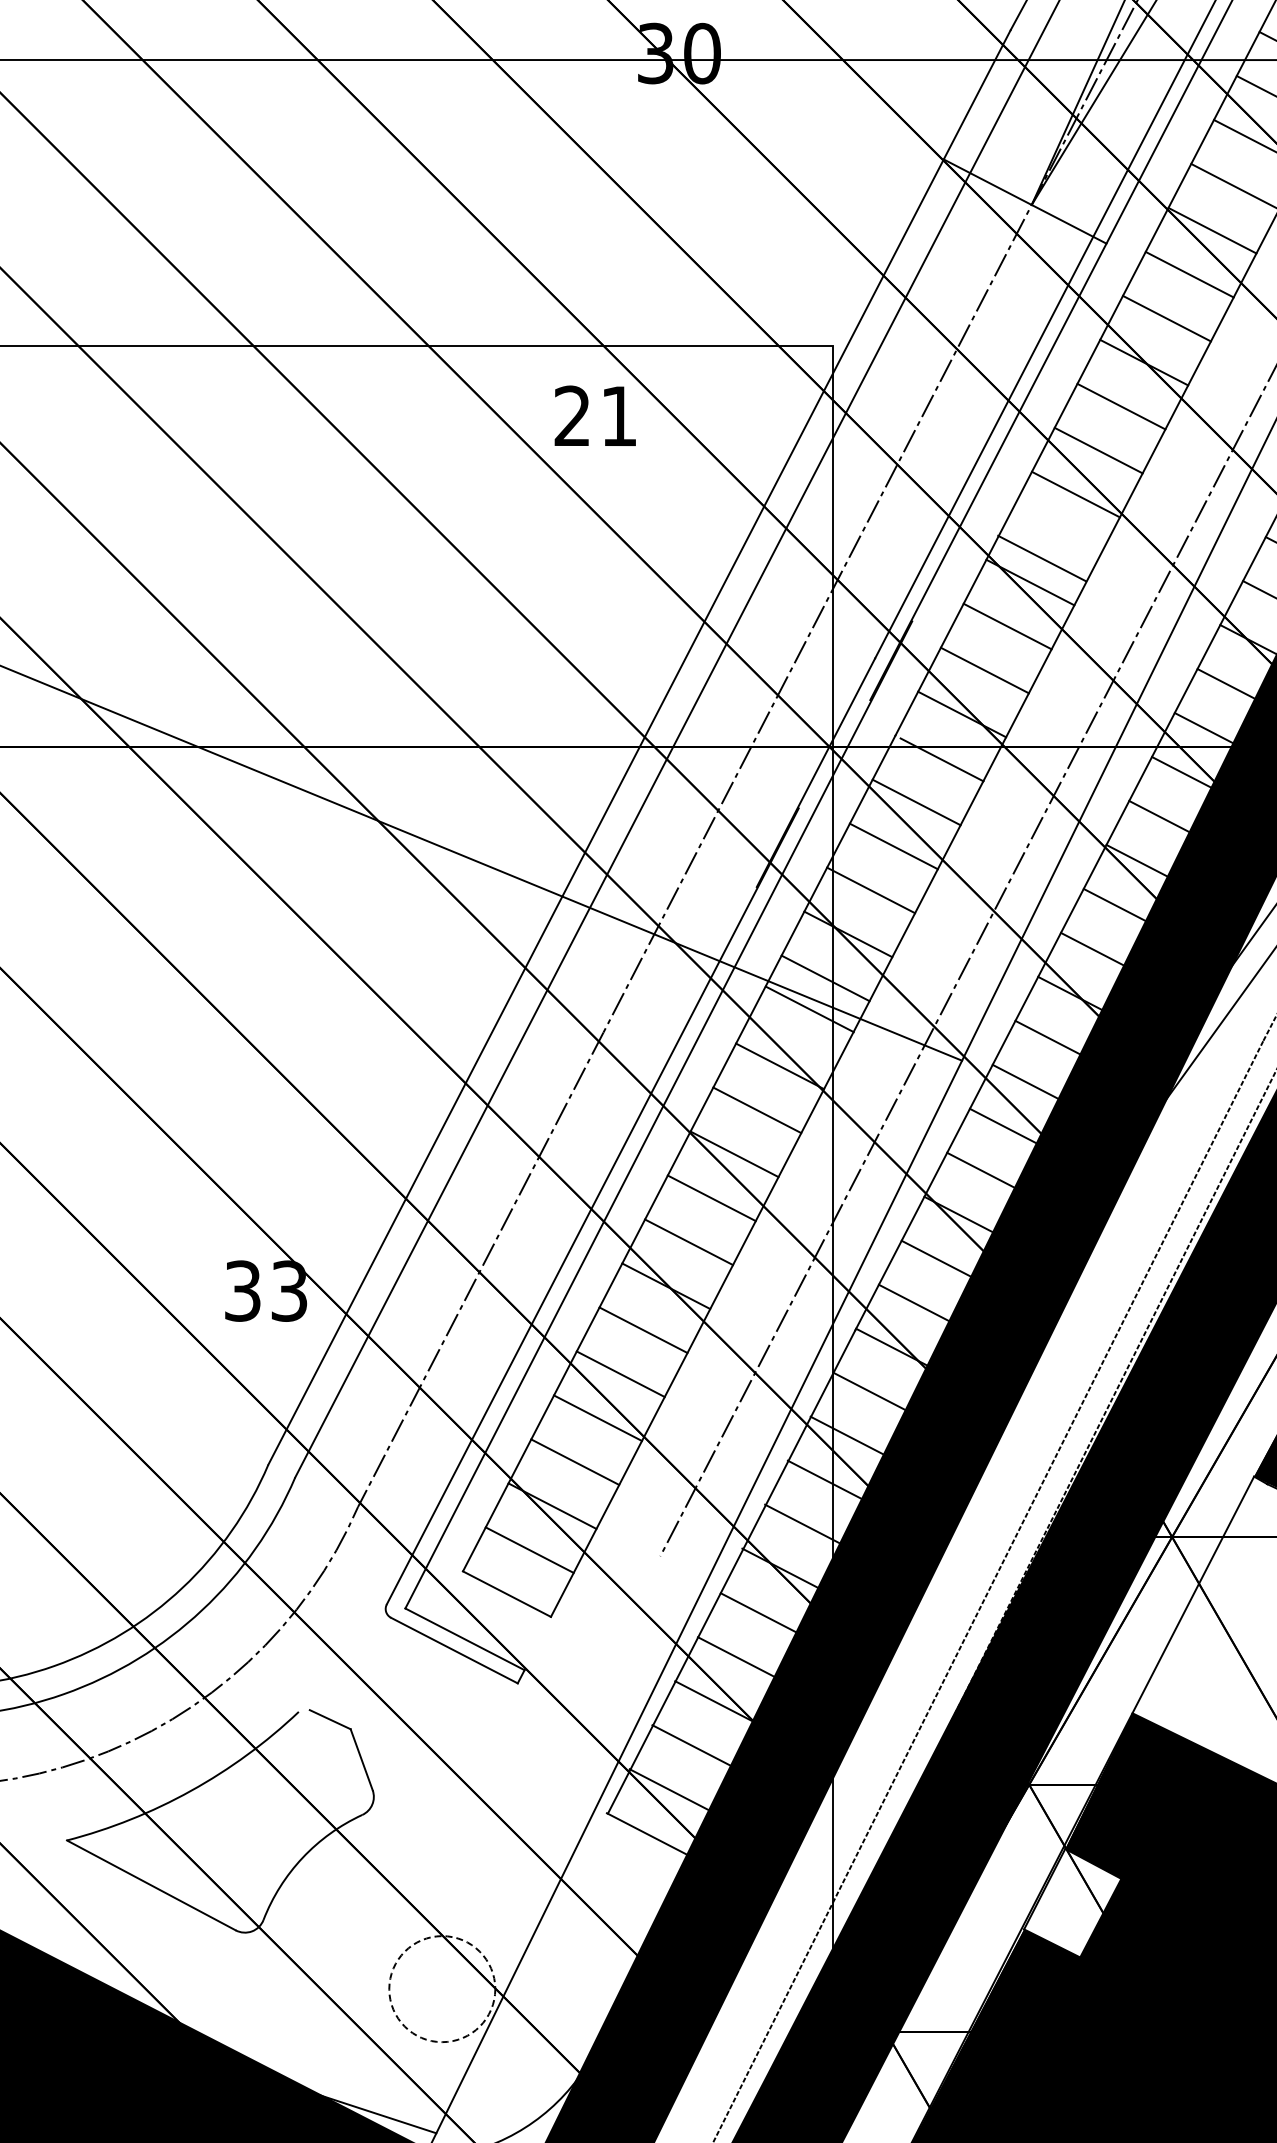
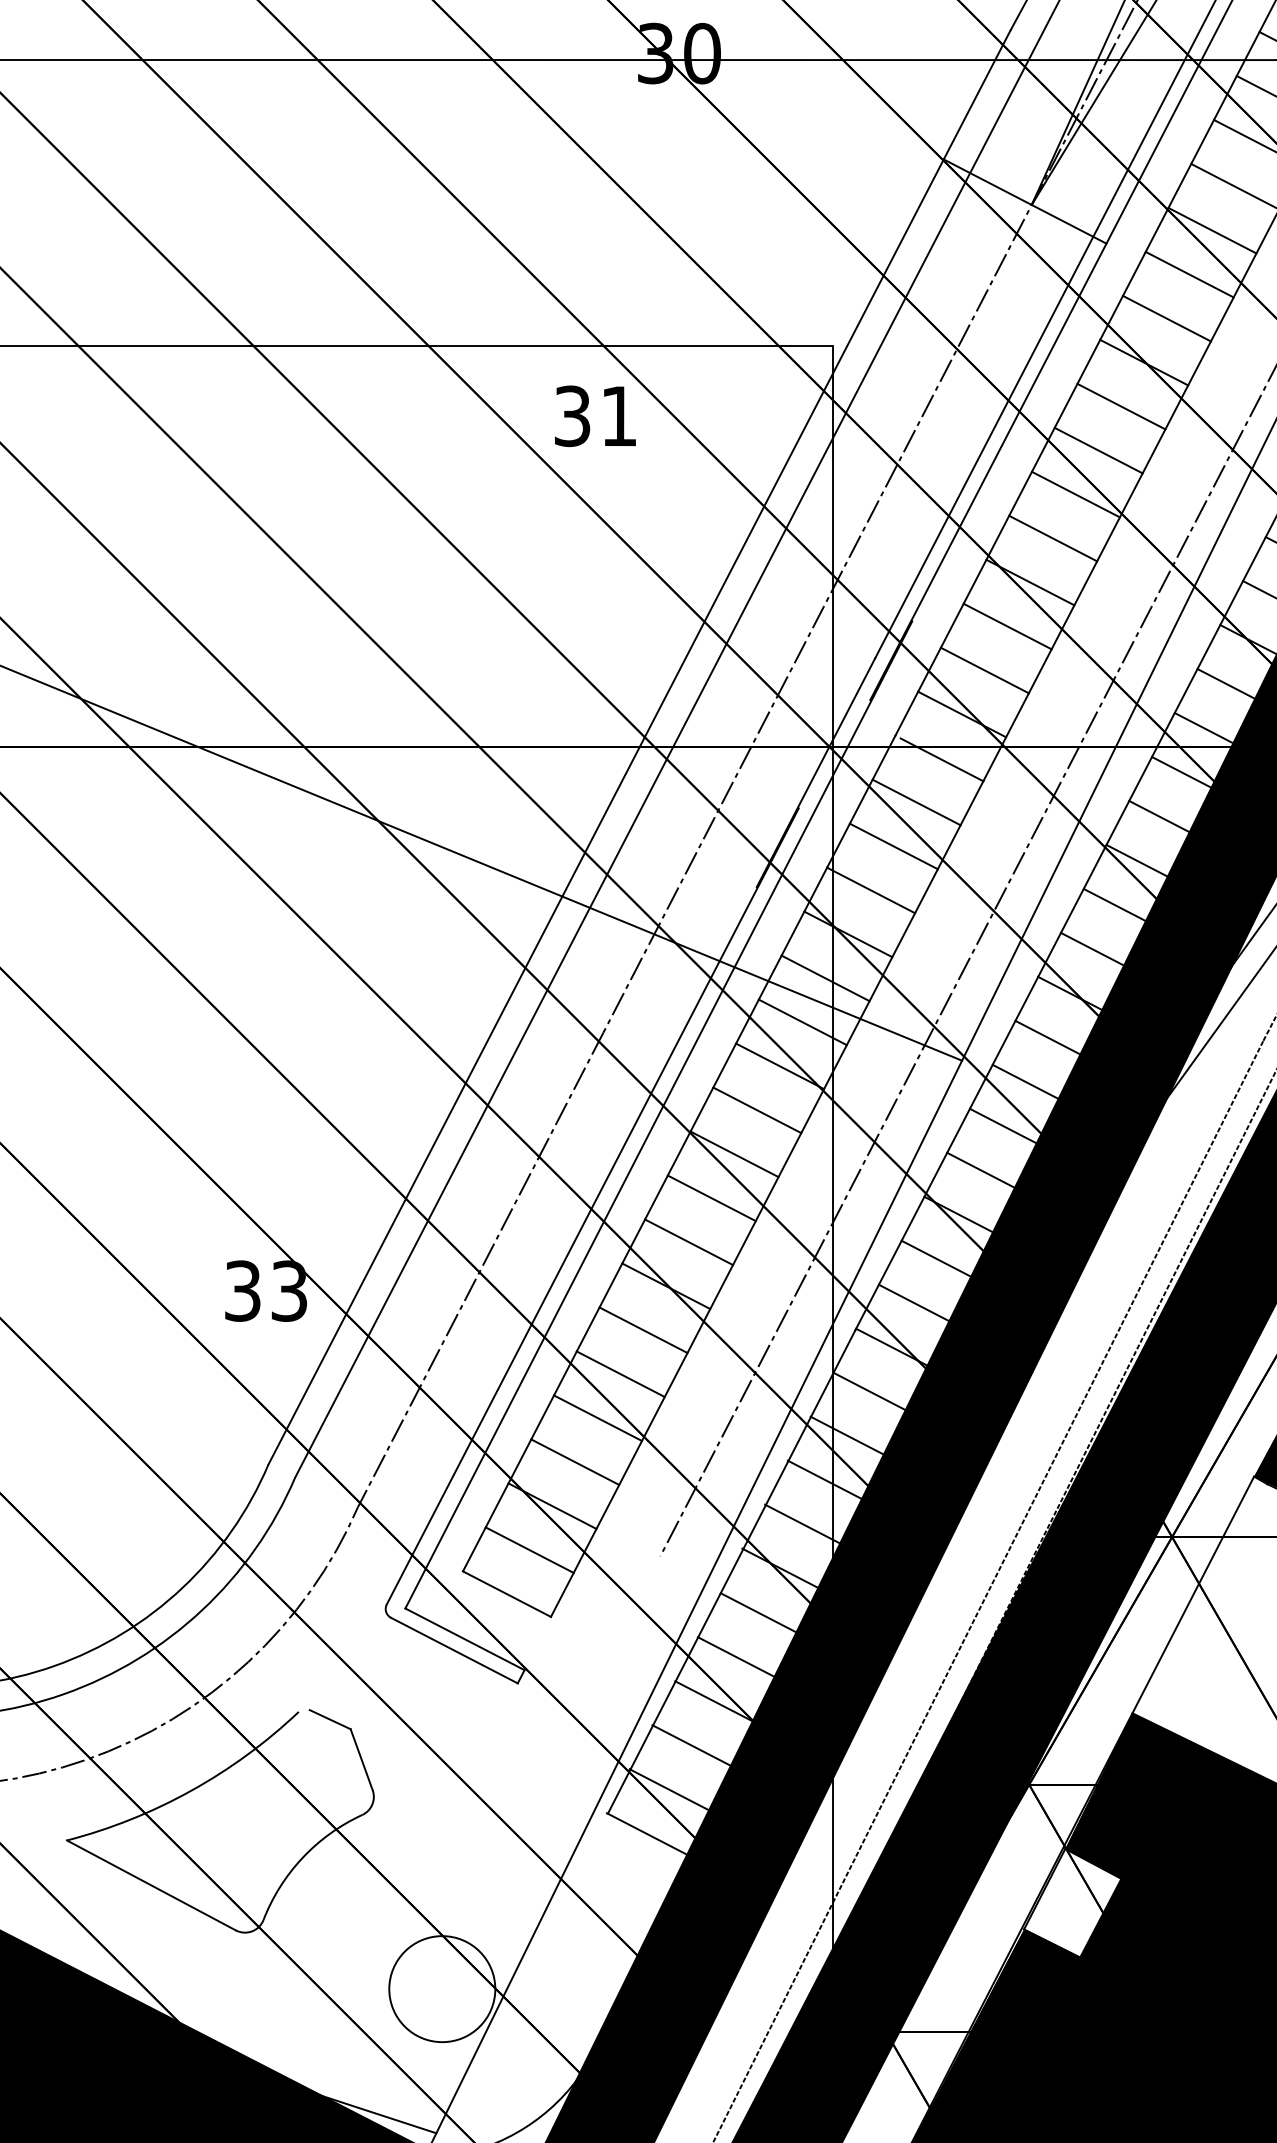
text at (572, 416): 21 -> 31
line at (1042, 558) position: (1042, 558) -> (1053, 538)
line at (809, 1009) position: (809, 1009) -> (802, 1022)
circle at (442, 1989): dashed -> solid
